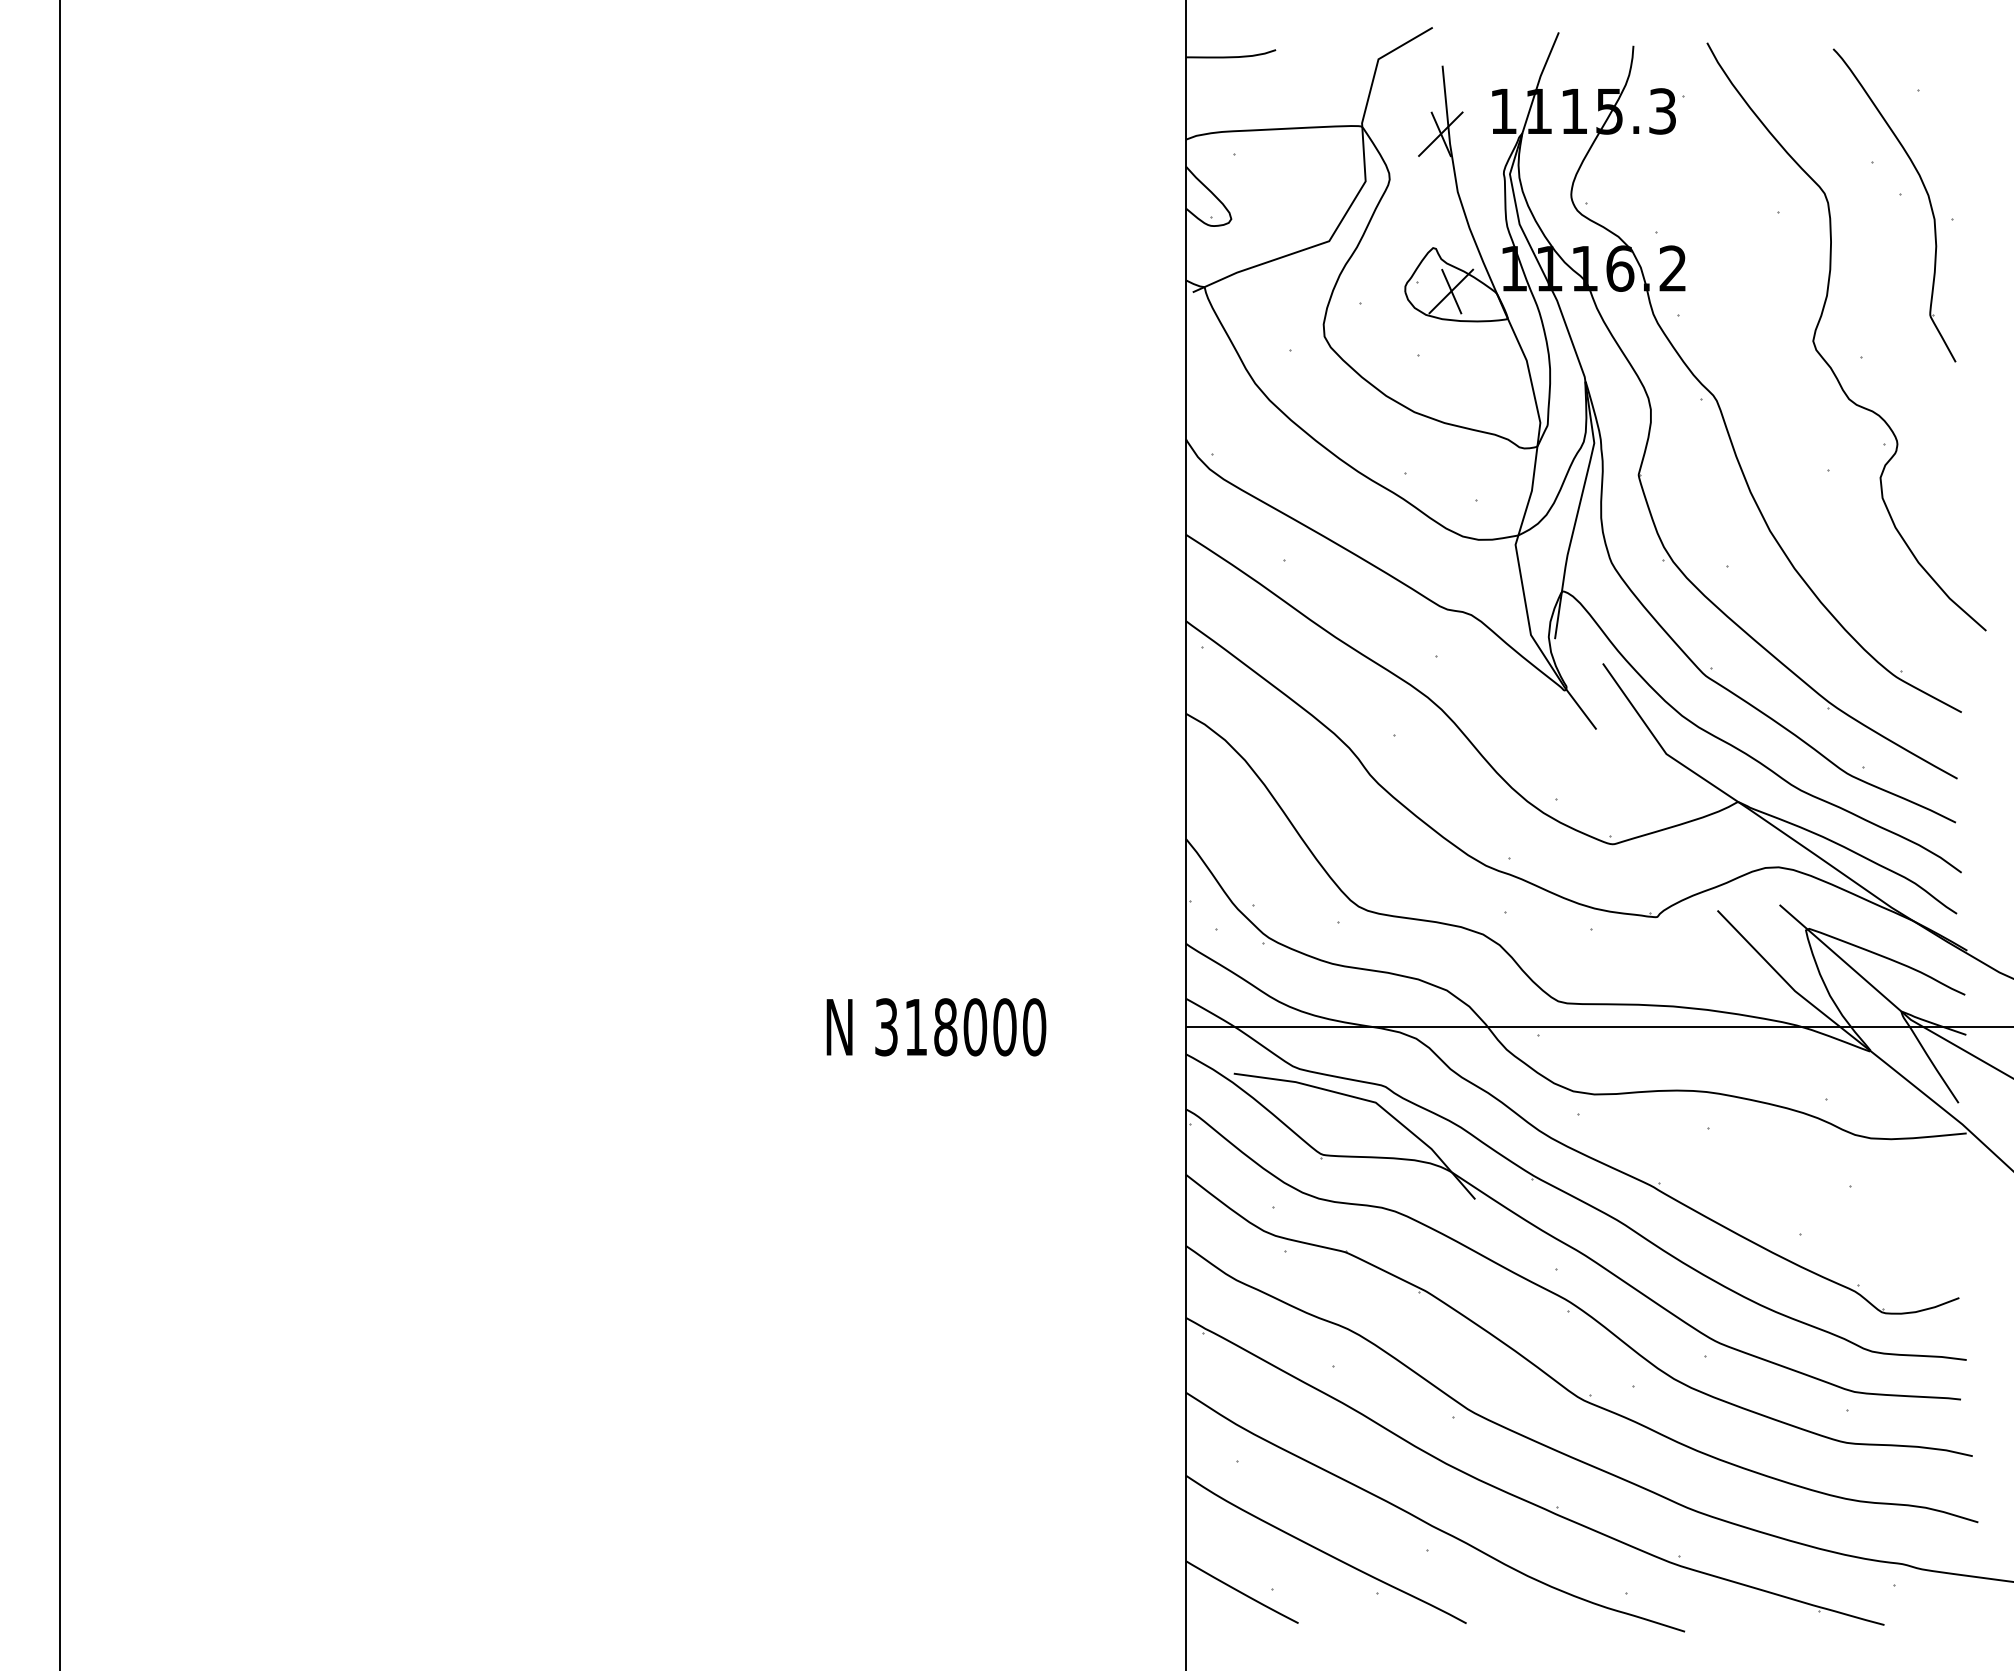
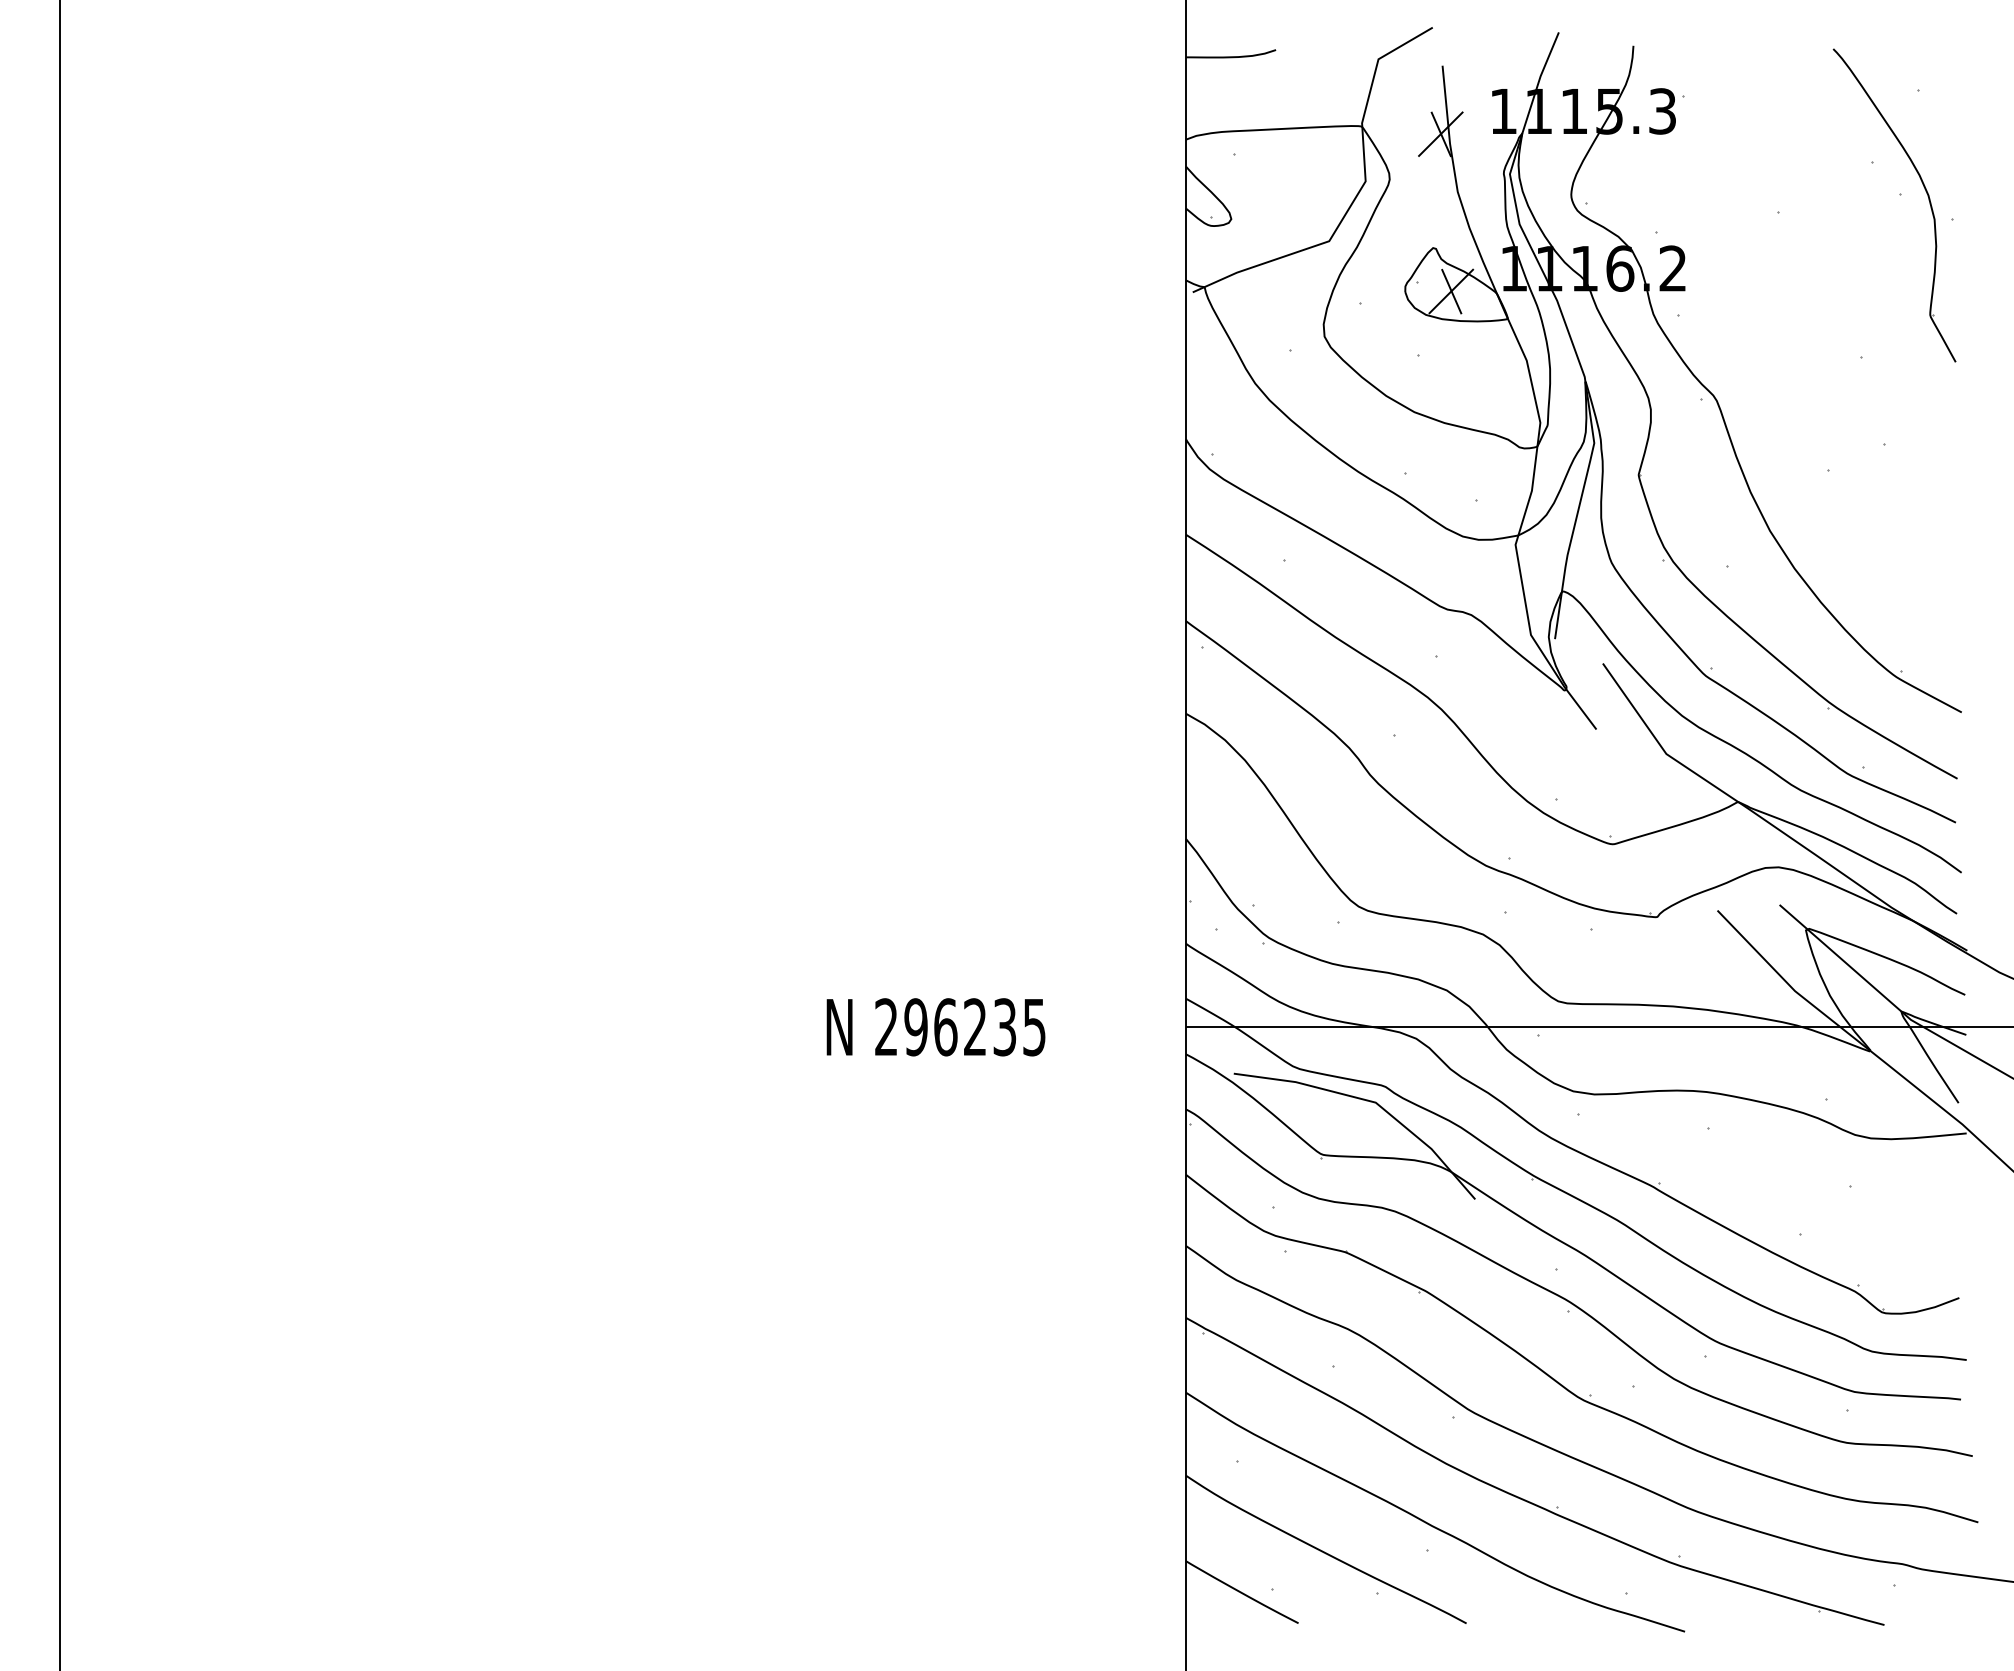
curve at (1818, 326): present -> none
text at (960, 1027): 318000 -> 296235
